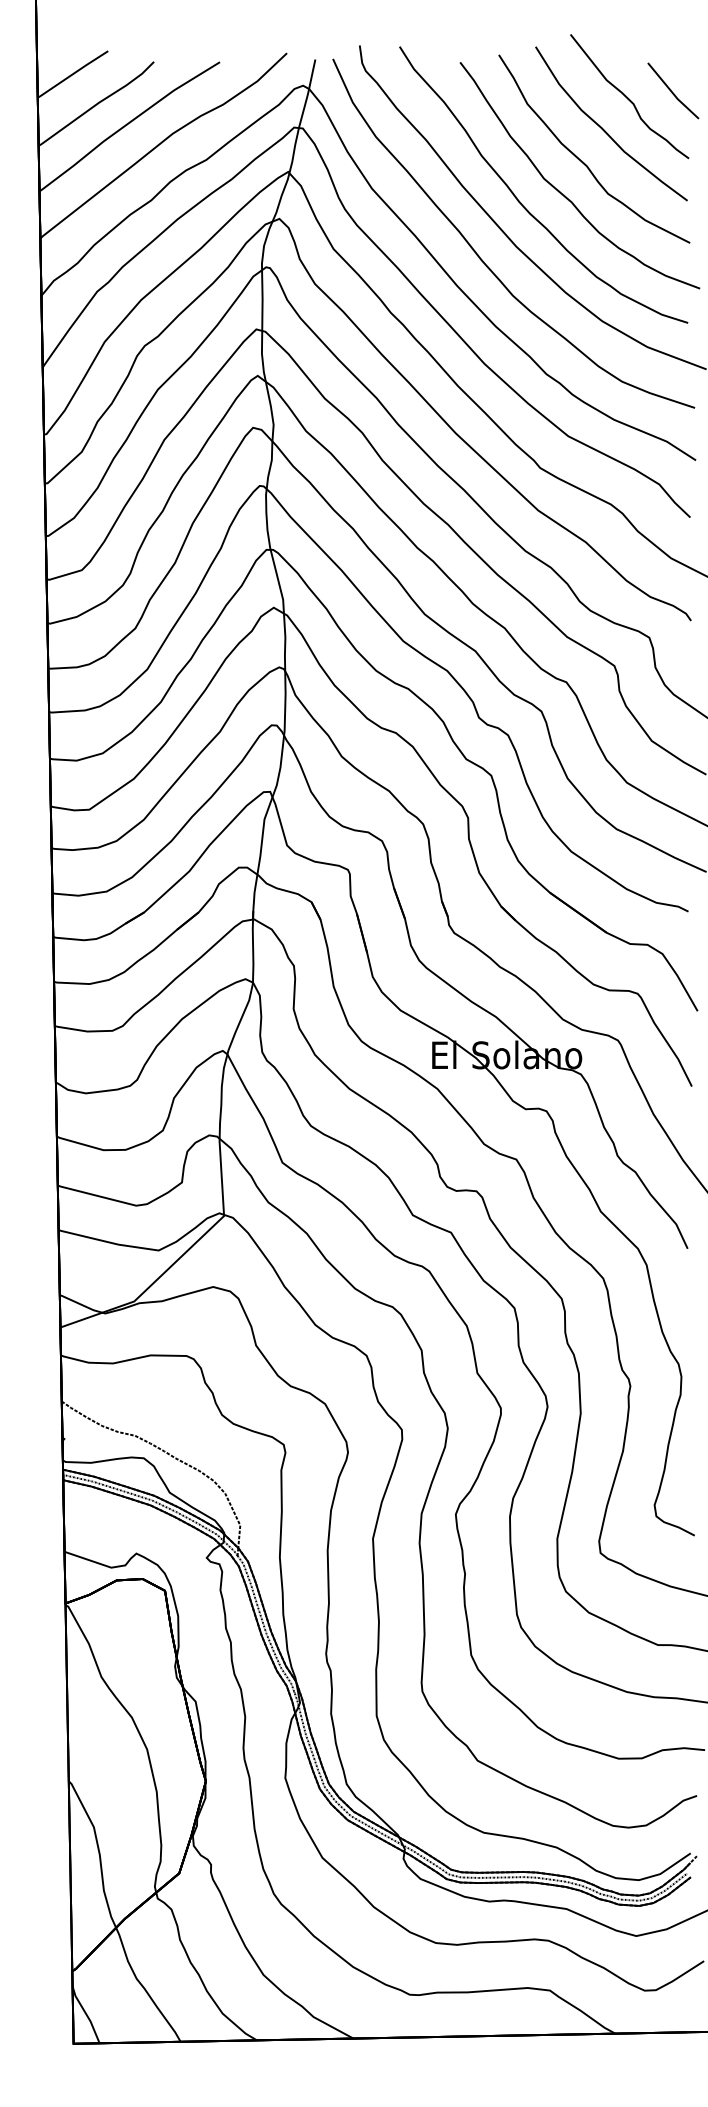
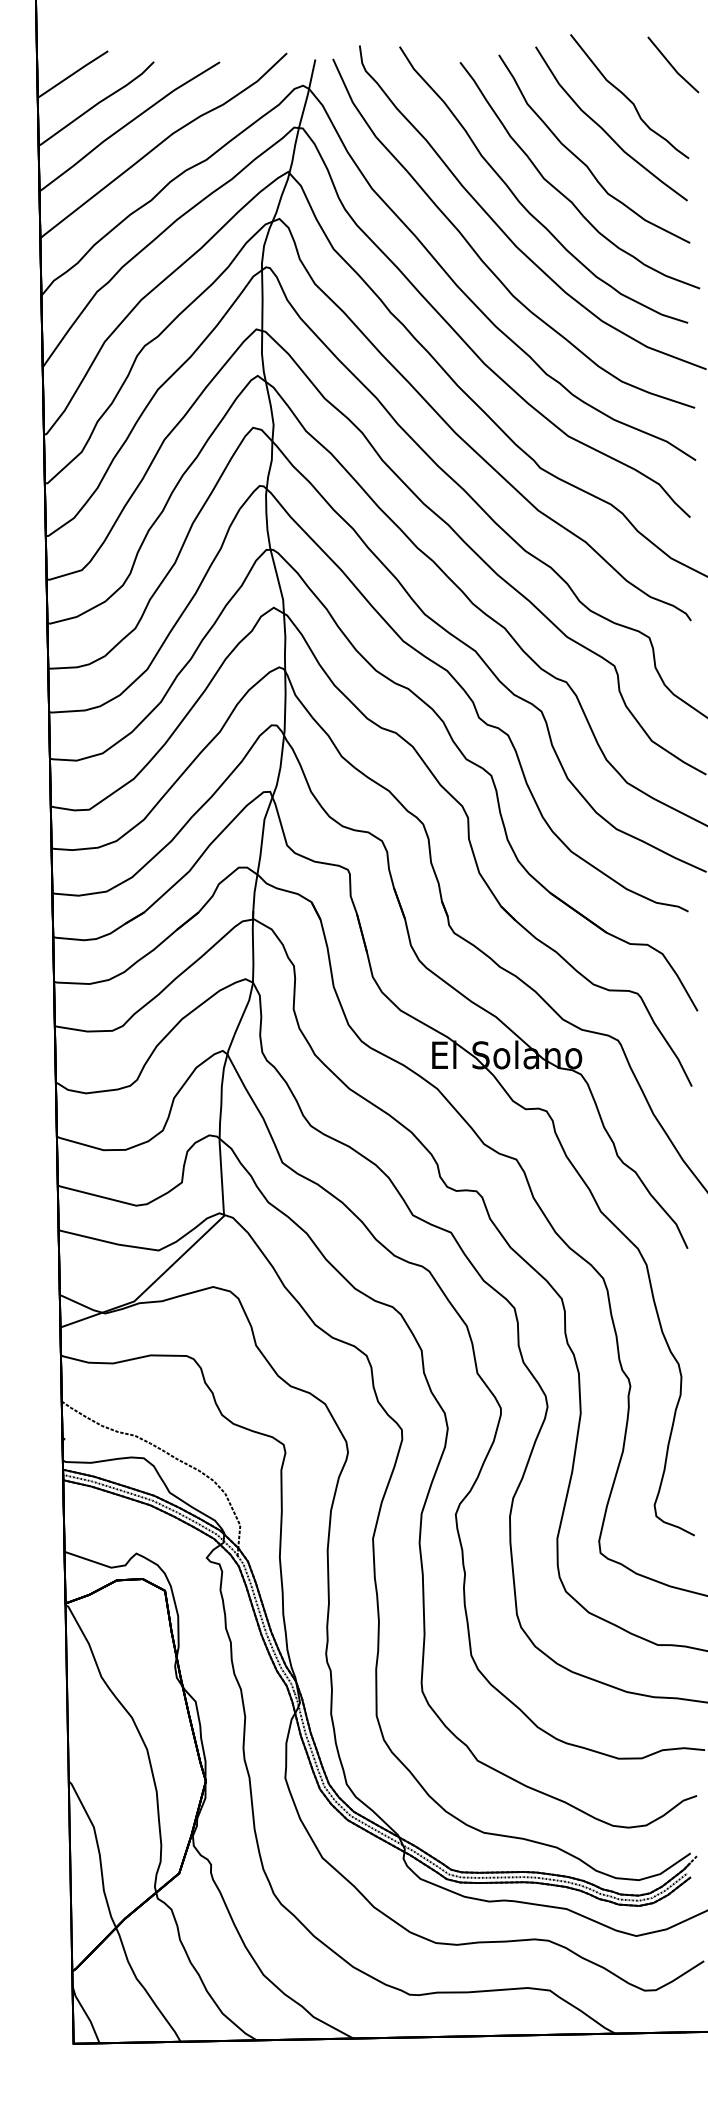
line at (672, 91) position: (672, 91) -> (672, 65)
